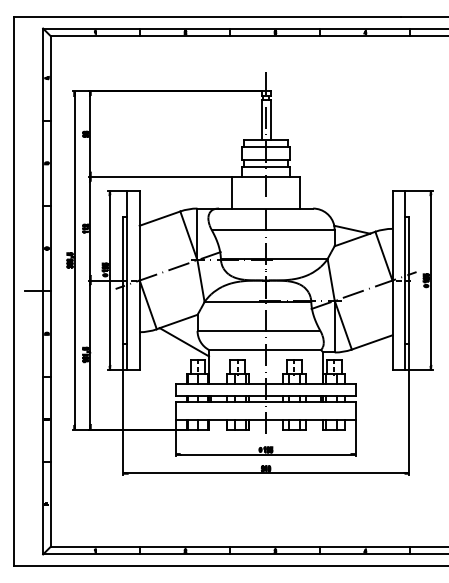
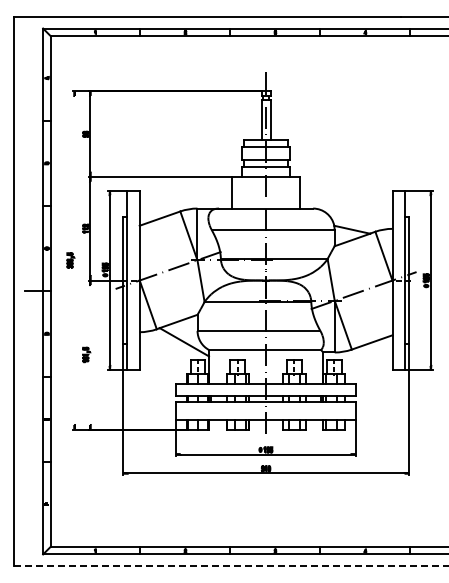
line at (74, 260): present -> none
line at (90, 354): present -> none
line at (231, 565): solid -> dashed
